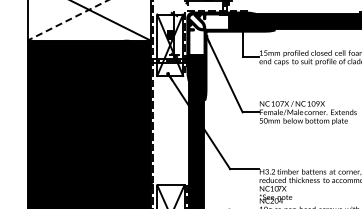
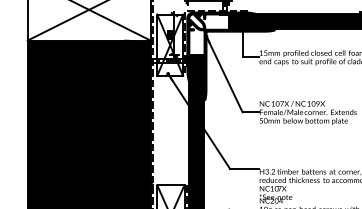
line at (67, 20): dashed -> solid
